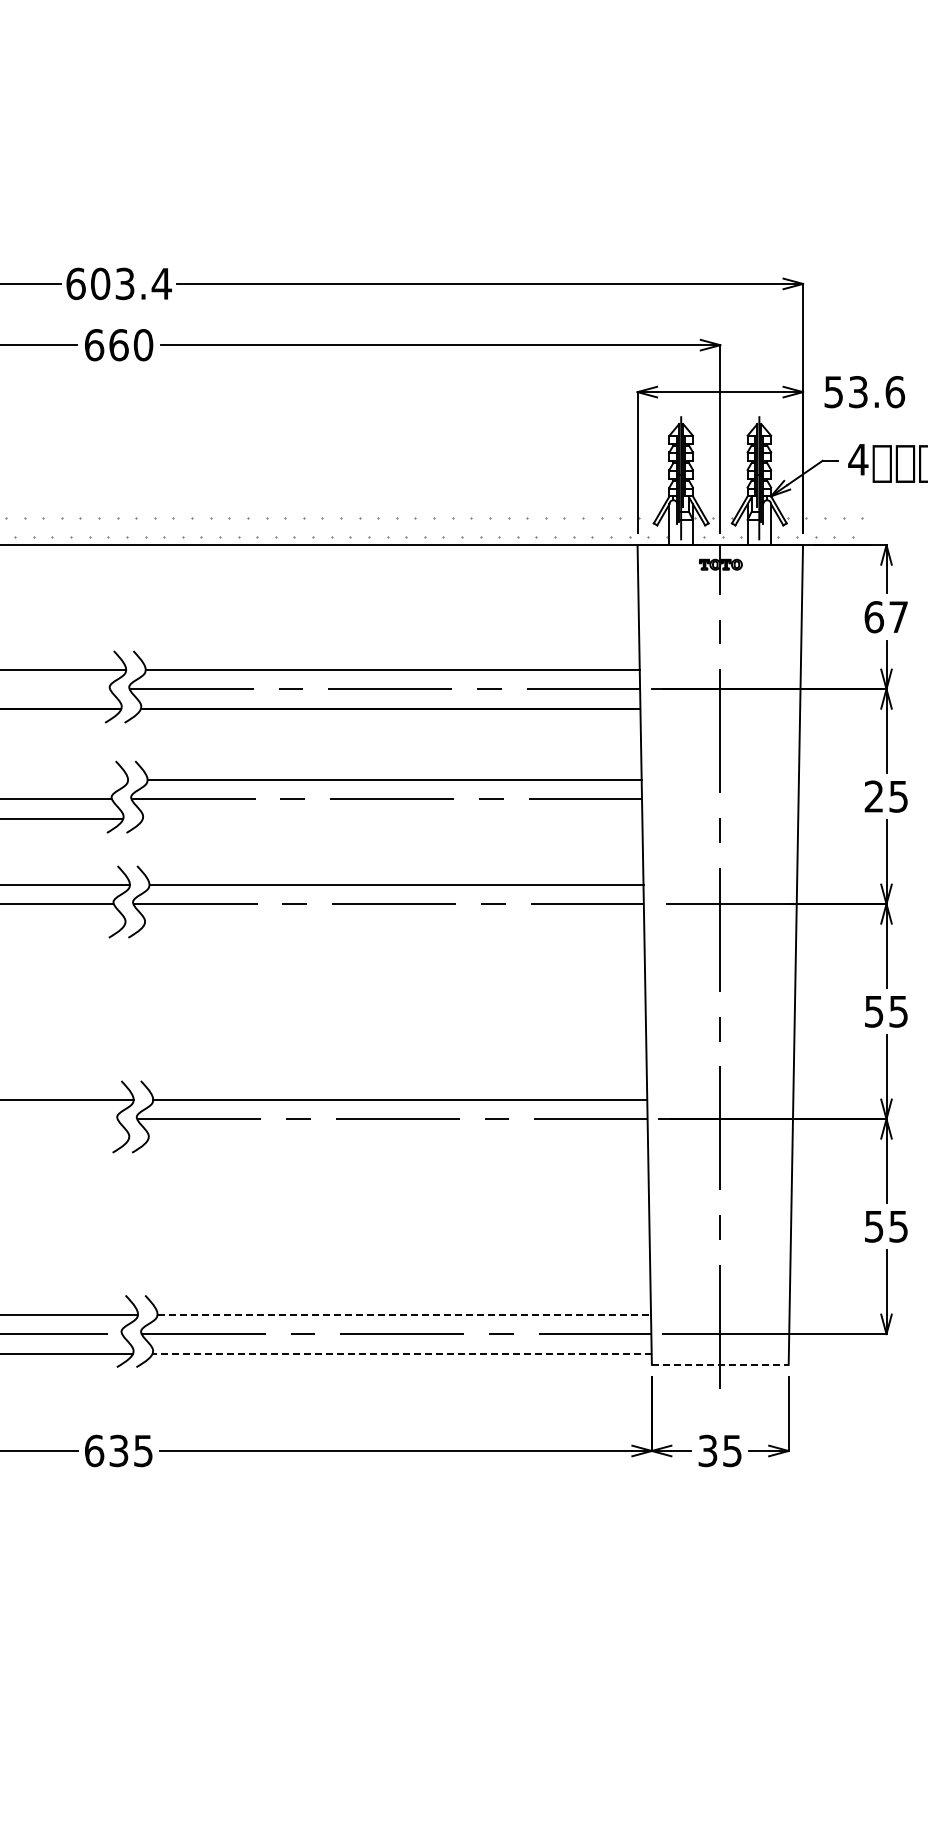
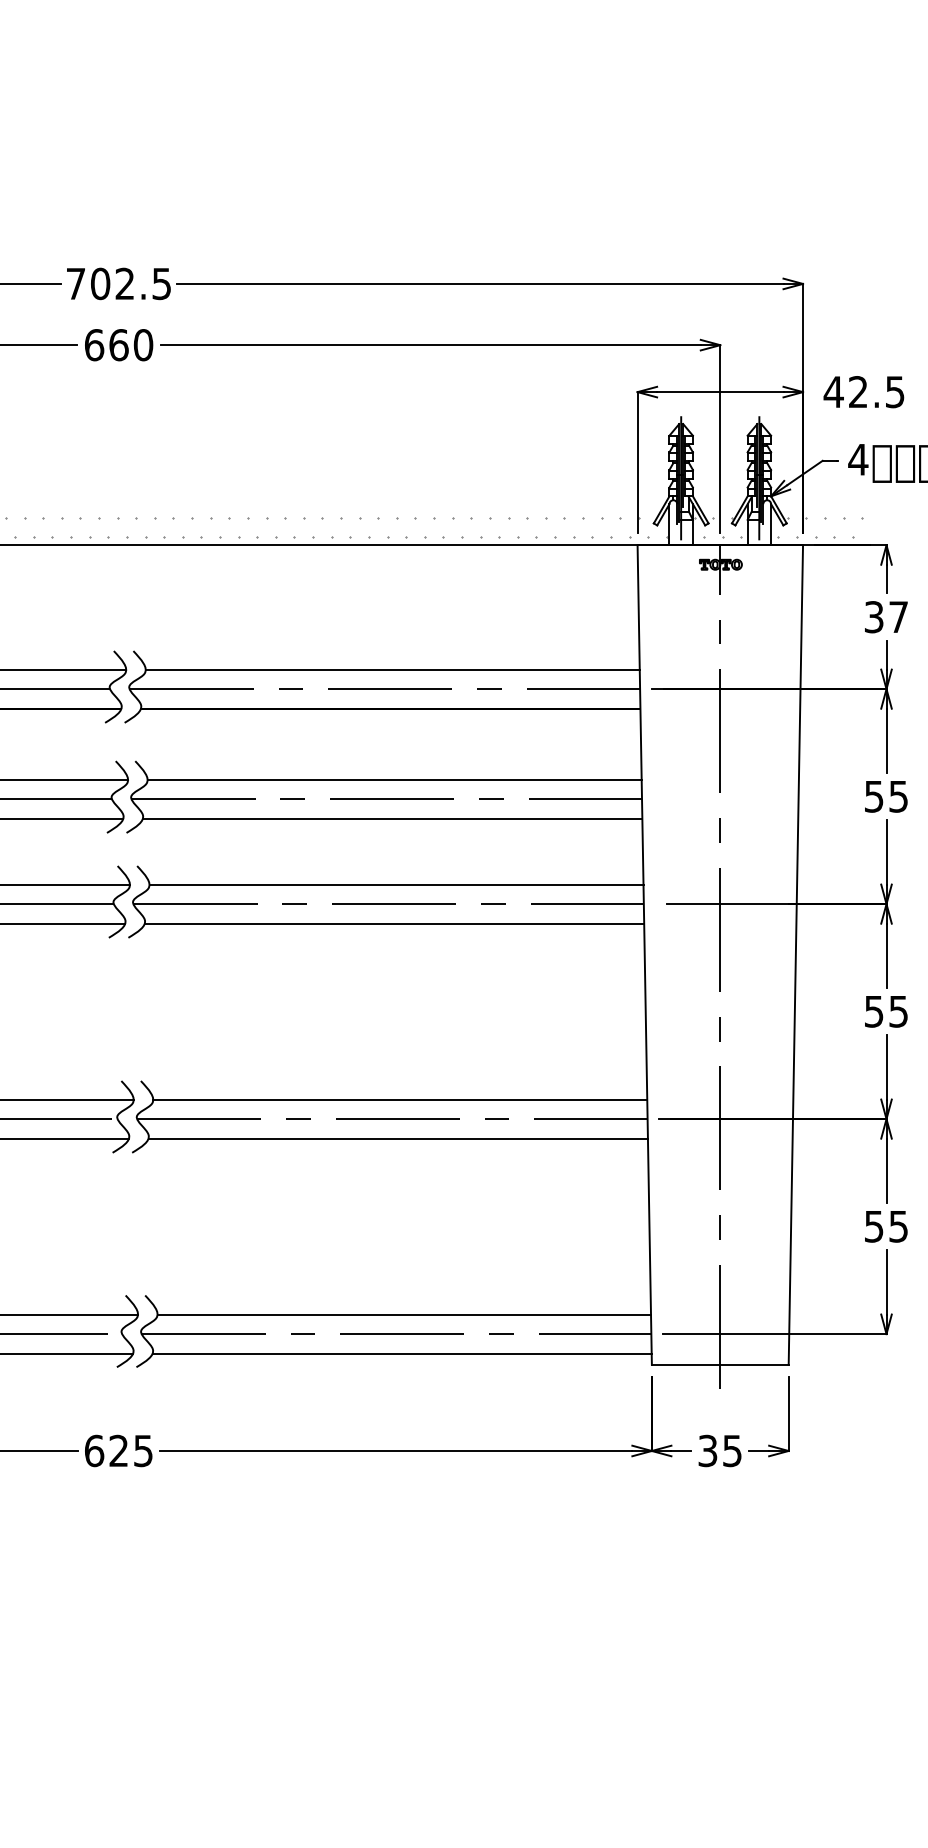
text at (118, 283): 603.4 -> 702.5
text at (864, 392): 53.6 -> 42.5
text at (874, 617): 67 -> 37
line at (56, 689): none -> present
line at (65, 779): none -> present
text at (873, 796): 25 -> 55
line at (392, 818): none -> present
line at (63, 923): none -> present
line at (394, 923): none -> present
line at (59, 1119): none -> present
line at (65, 1138): none -> present
line at (397, 1138): none -> present
line at (404, 1314): dashed -> solid
line at (402, 1353): dashed -> solid
line at (720, 1364): dashed -> solid
text at (118, 1451): 635 -> 625
